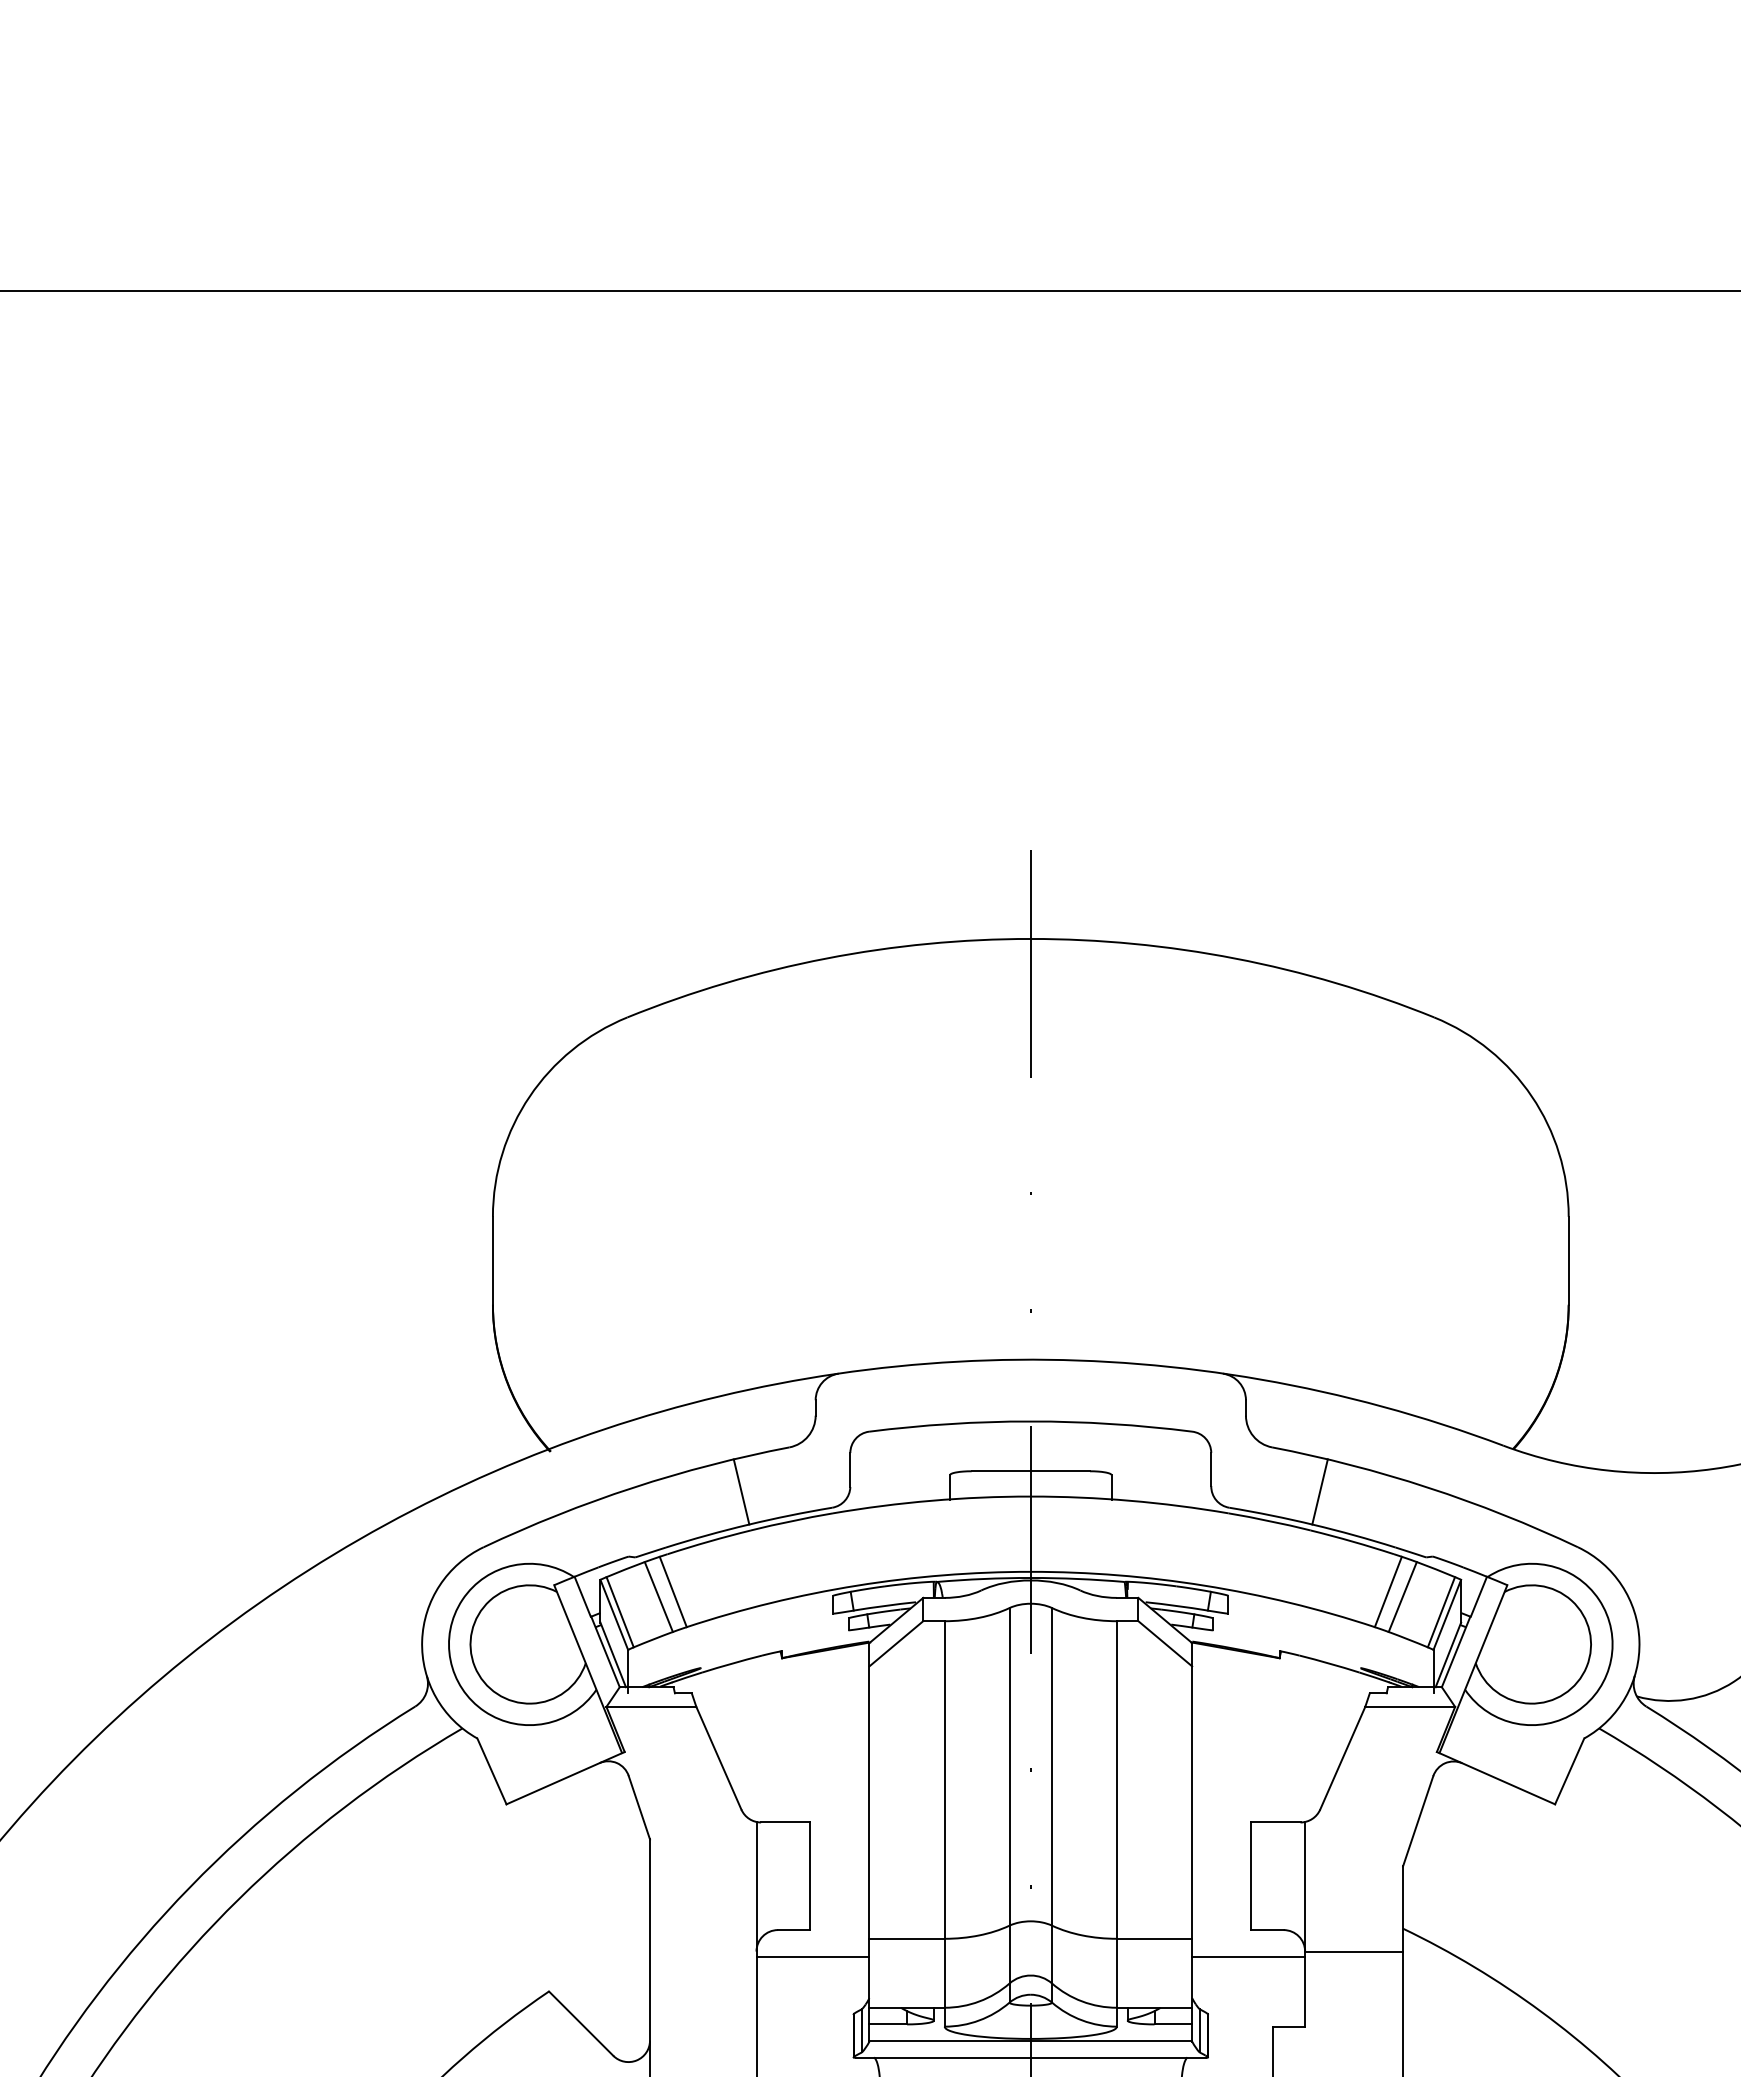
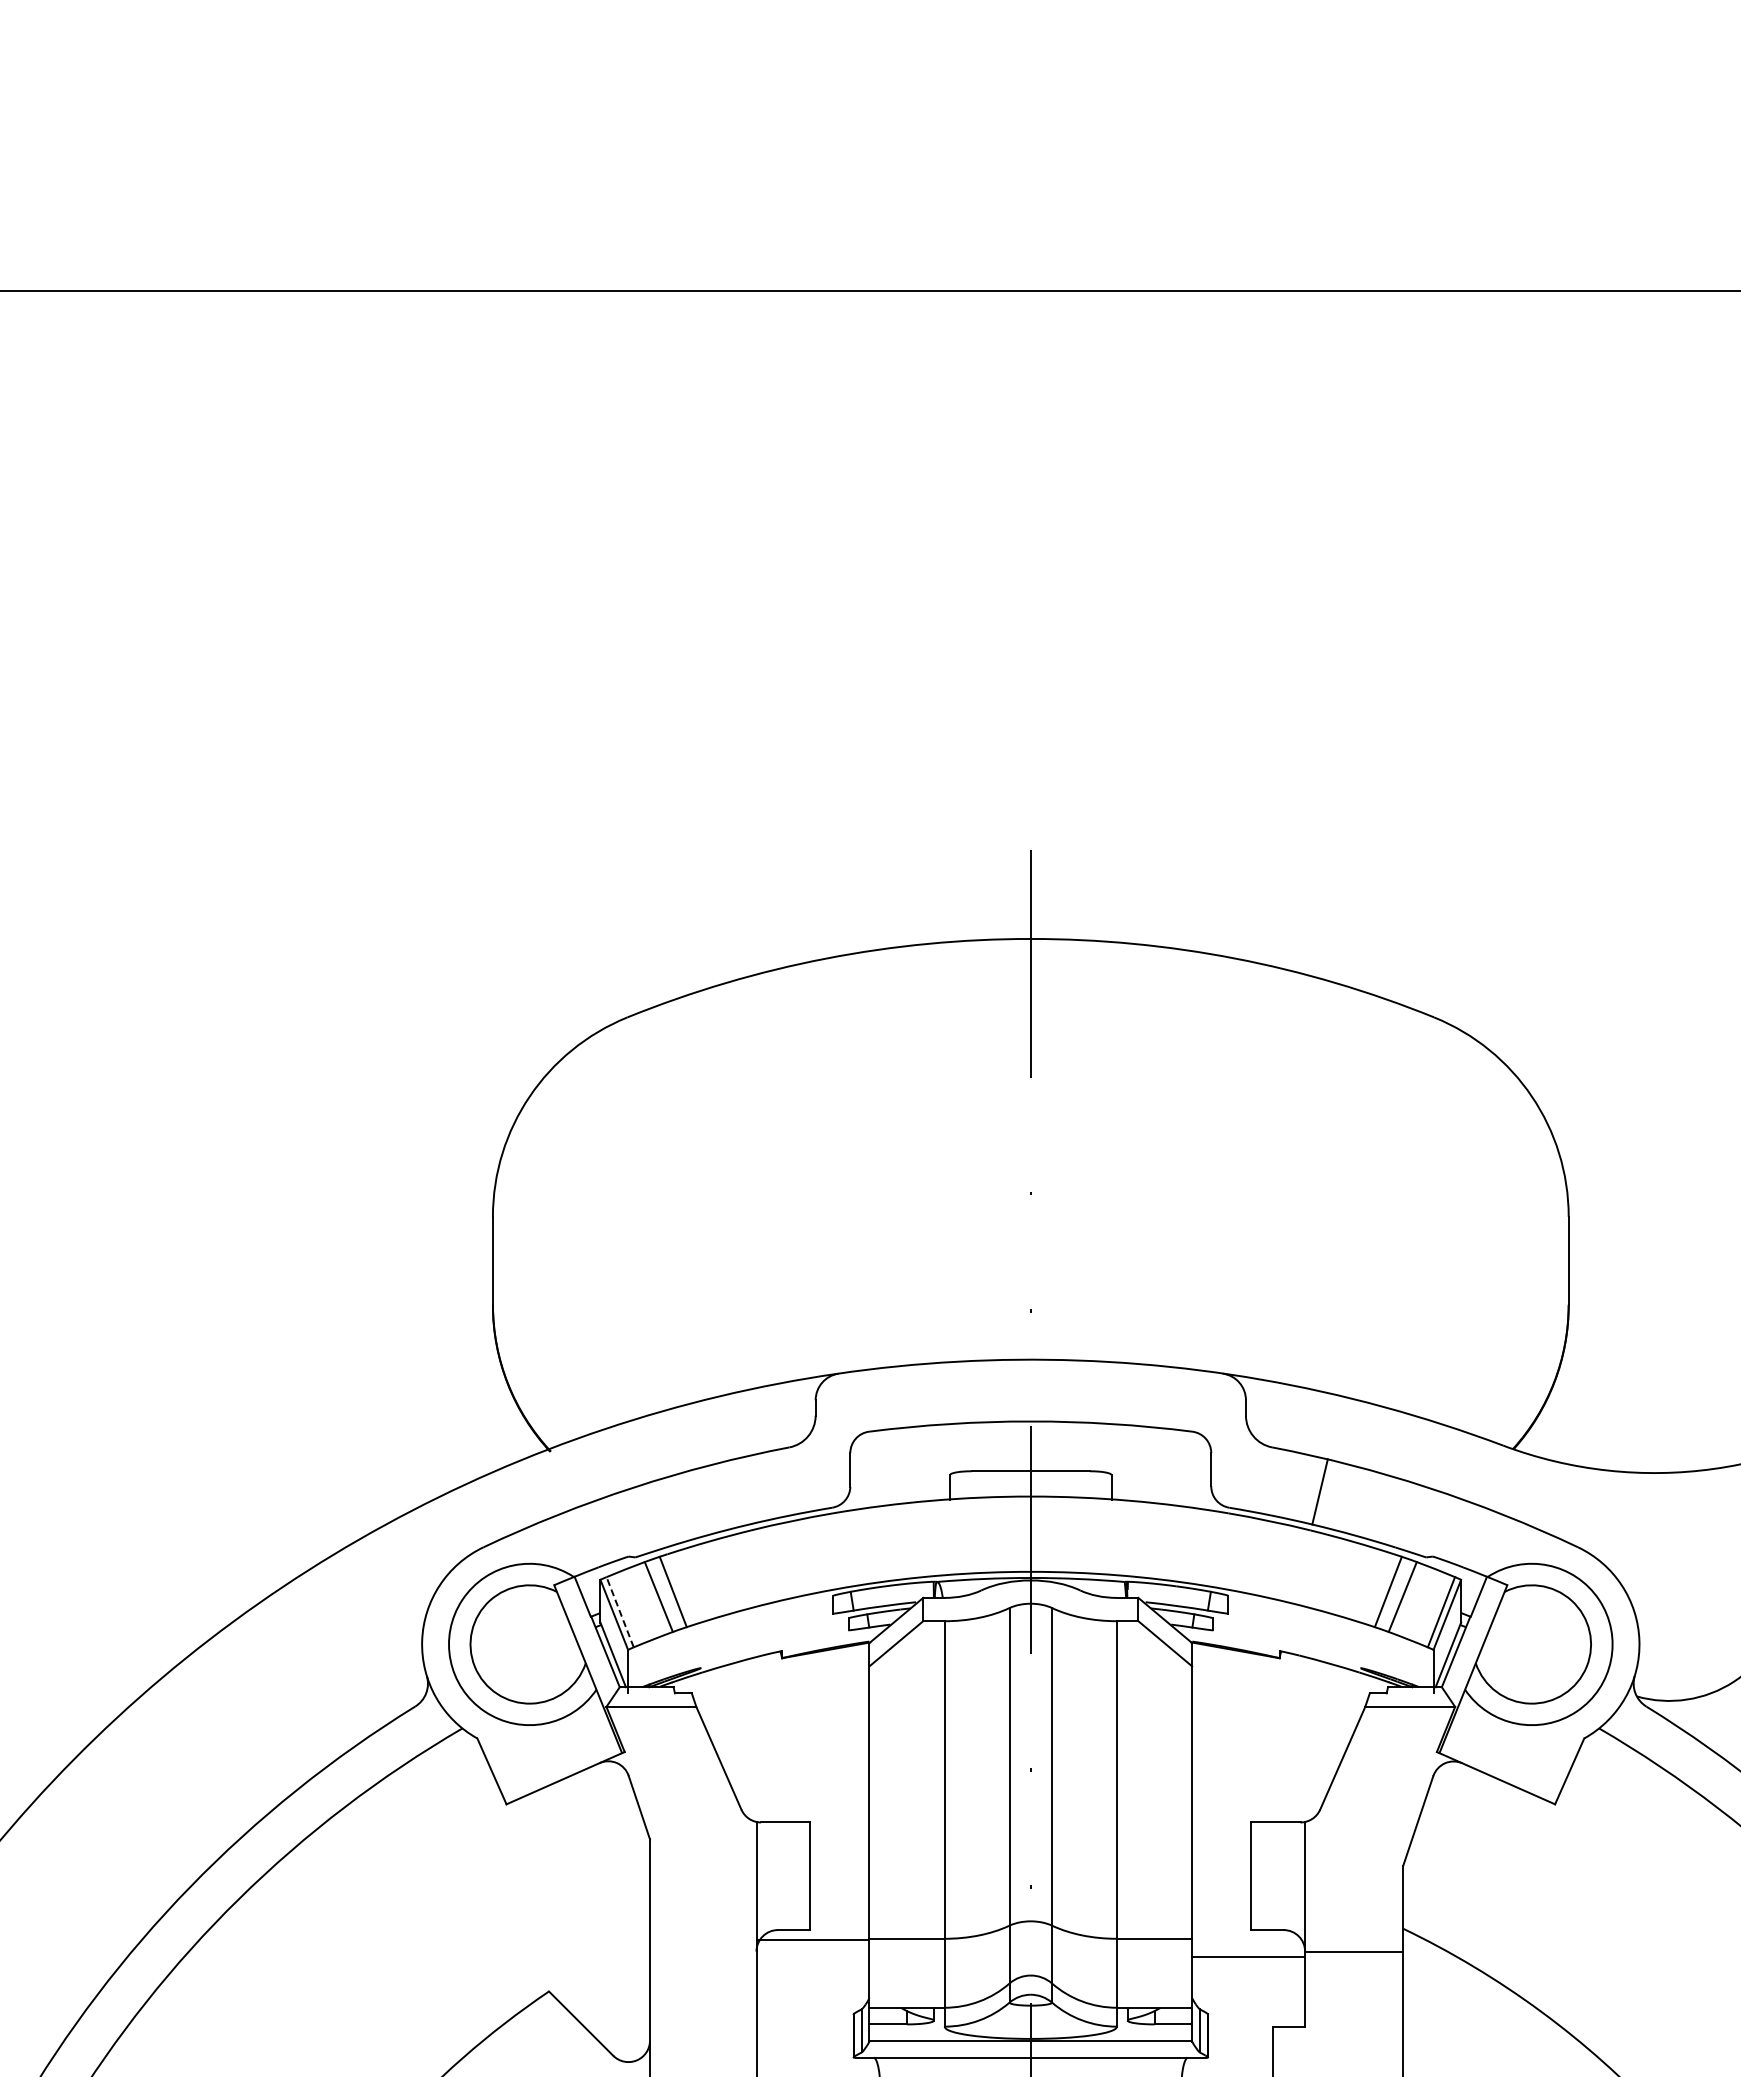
line at (741, 1491): present -> none
line at (620, 1612): solid -> dashed
line at (812, 1956) position: (812, 1956) -> (812, 1939)
